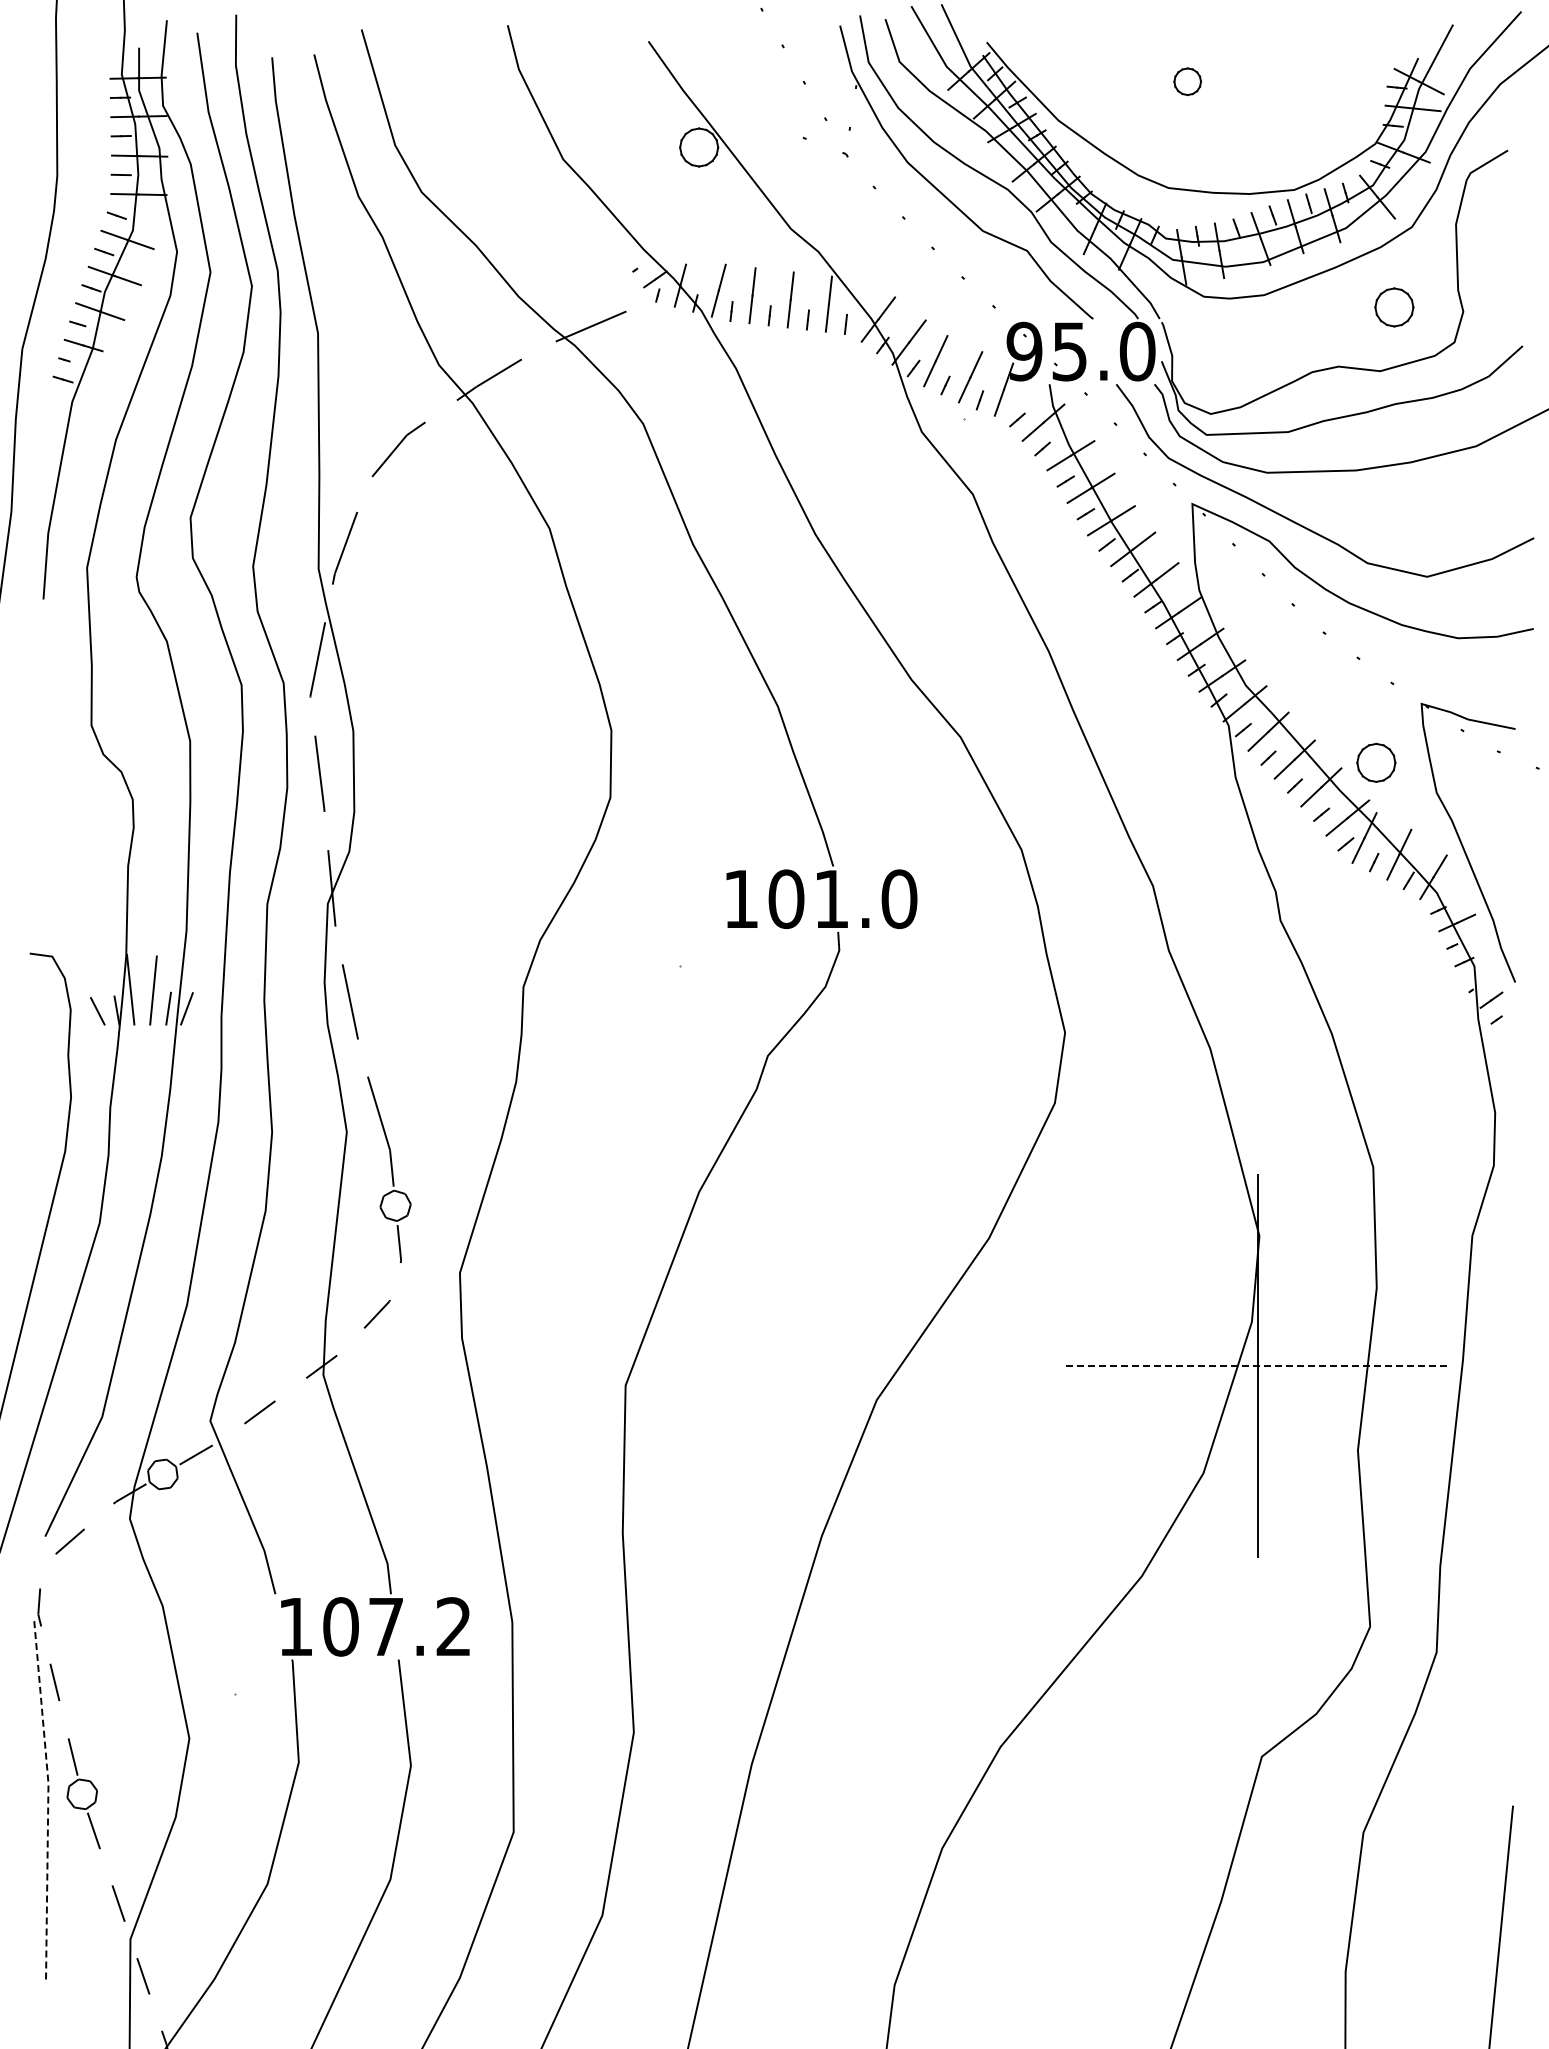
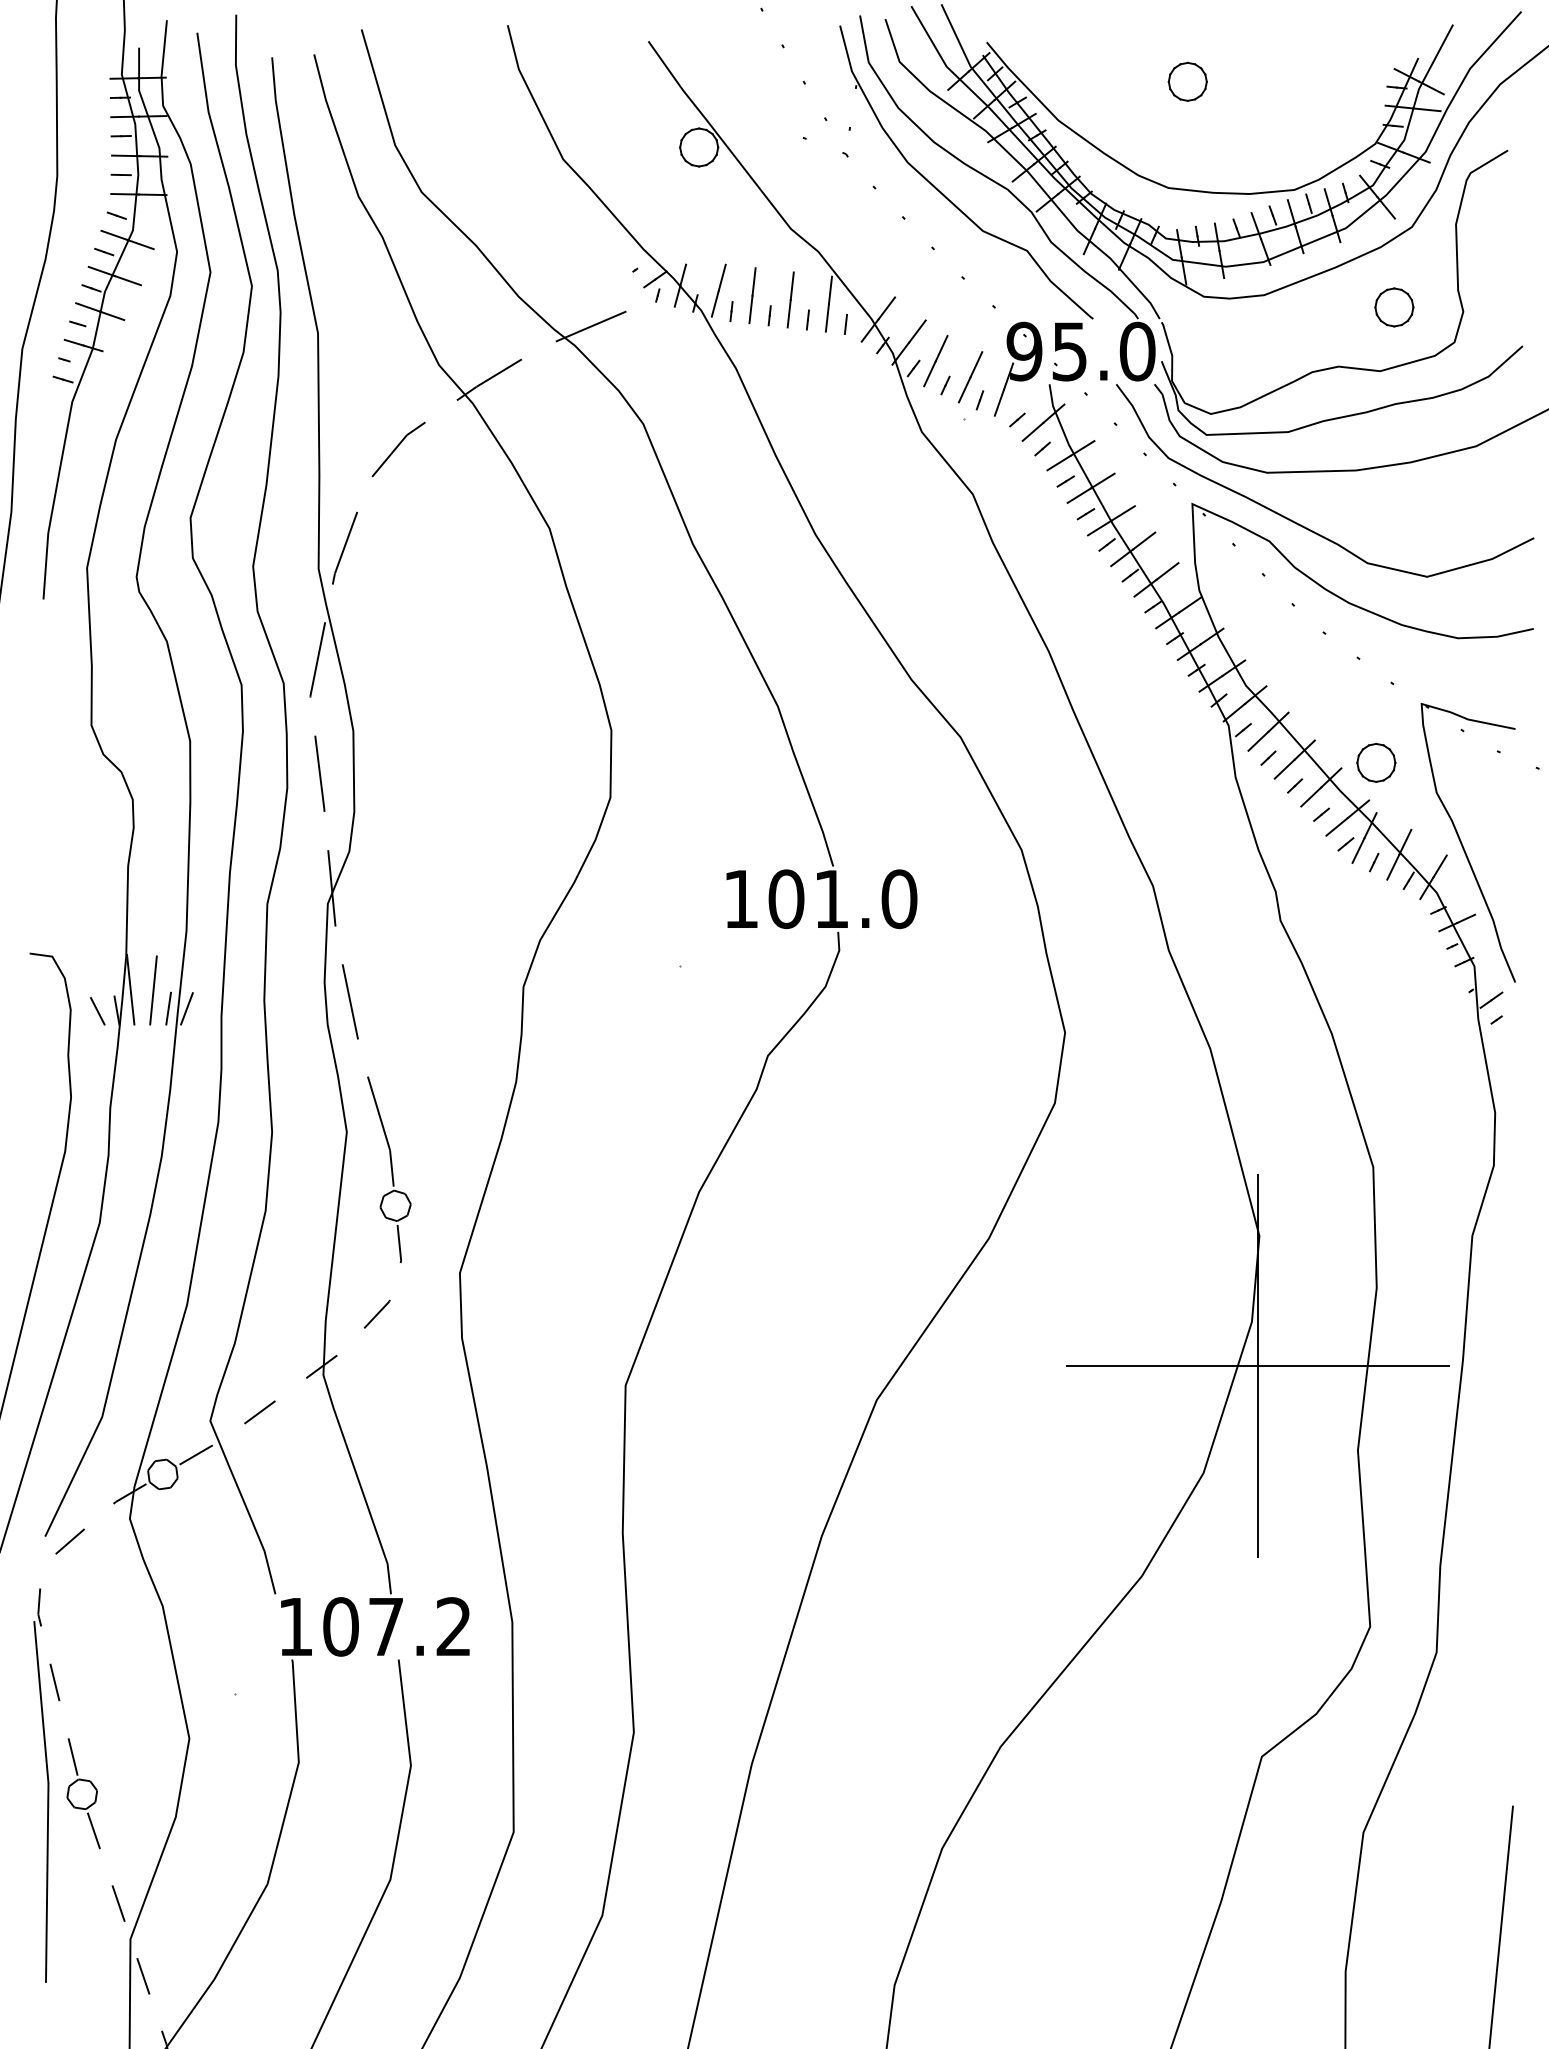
part at (1187, 81) size: 29x29 px -> 41x41 px
line at (1258, 1365): dashed -> solid
line at (48, 1801): dashed -> solid
